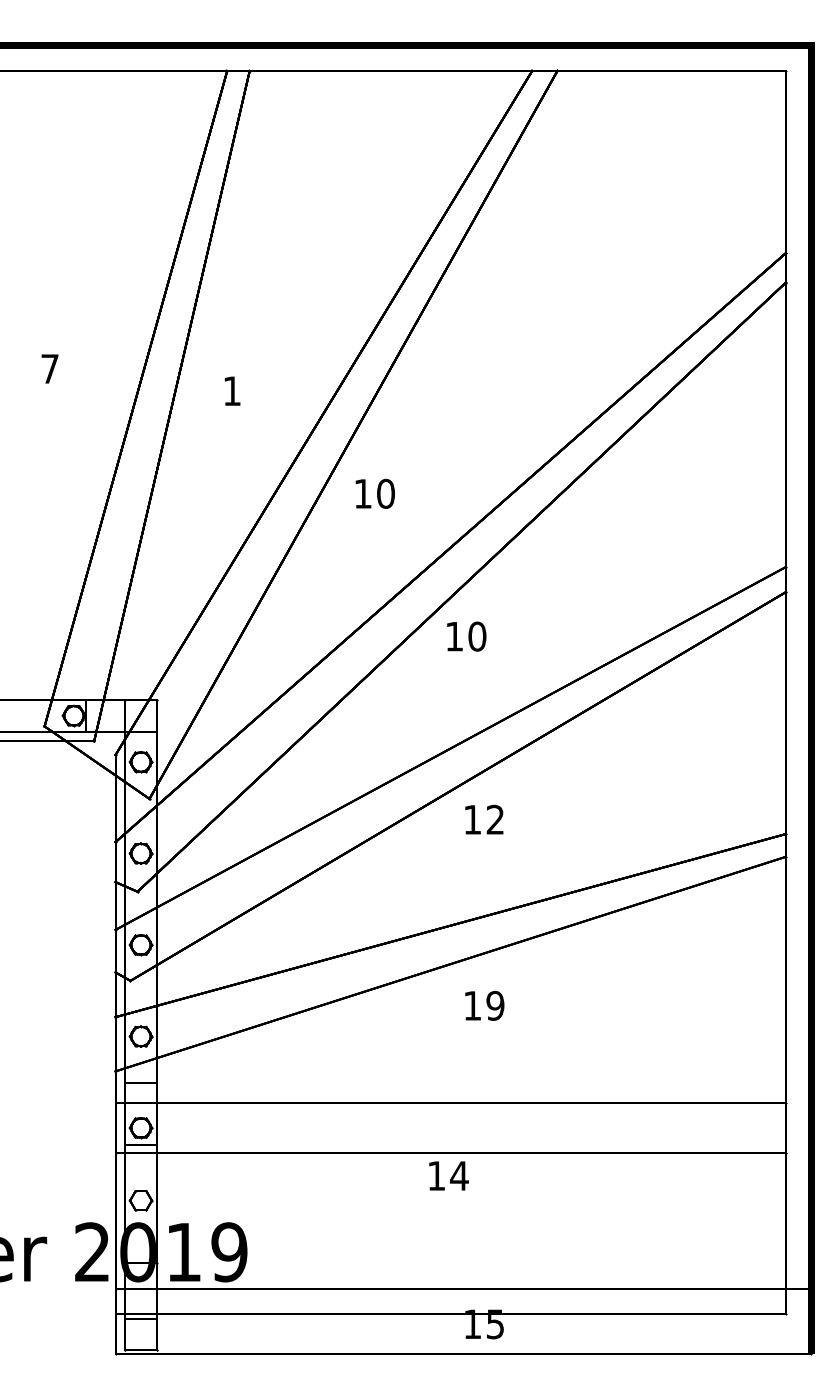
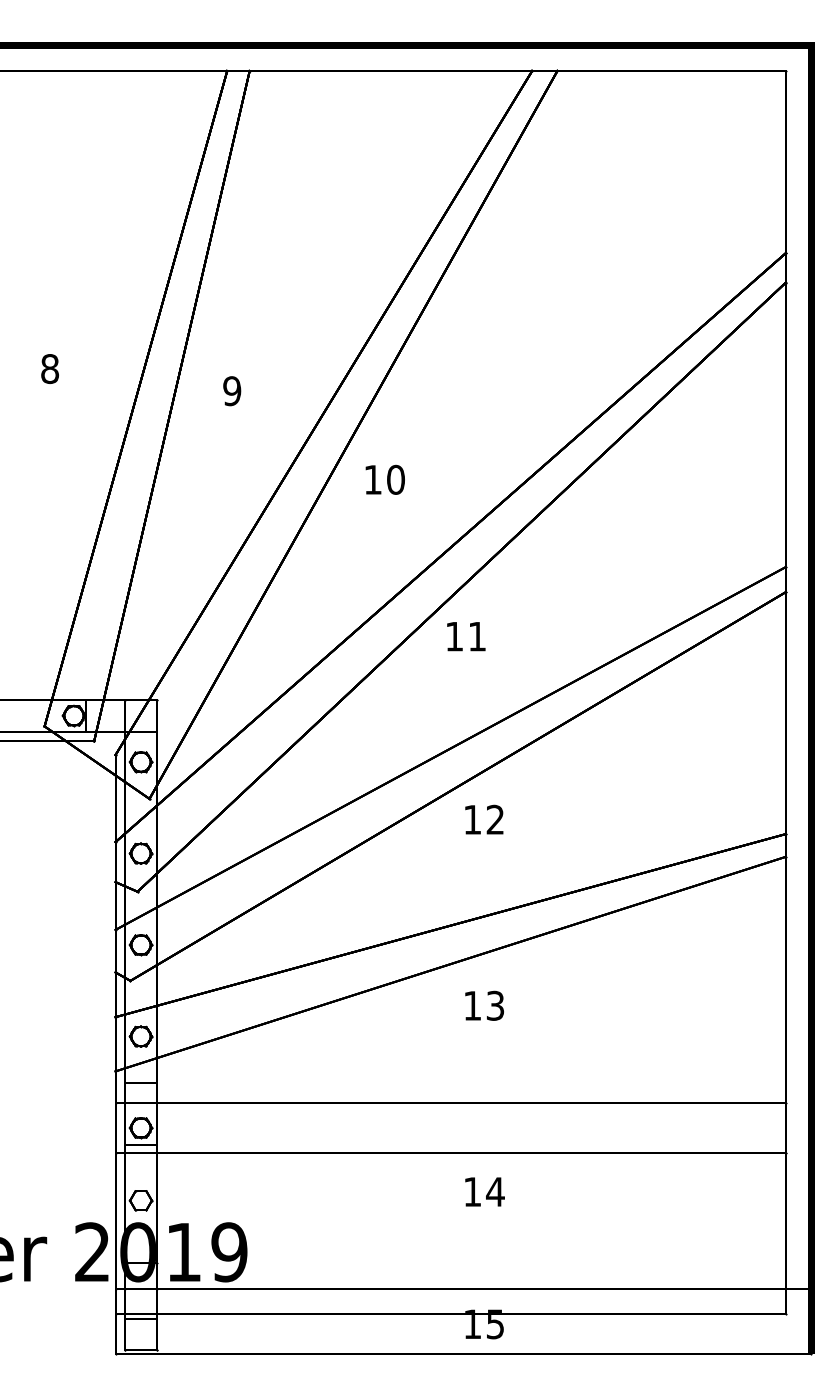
text at (50, 369): 7 -> 8
text at (232, 391): 1 -> 9
text at (374, 493) position: (374, 493) -> (384, 479)
text at (477, 636): 10 -> 11
text at (495, 1005): 19 -> 13
text at (448, 1175) position: (448, 1175) -> (484, 1191)
